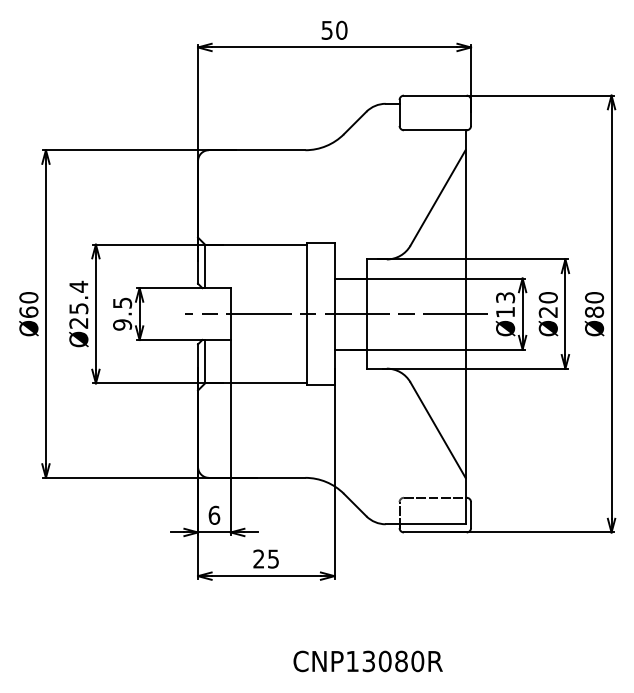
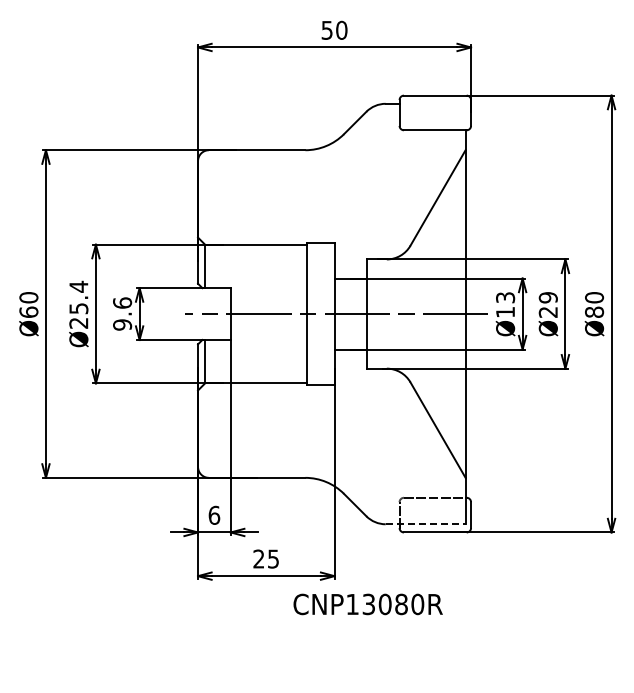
text at (548, 297): Ø20 -> Ø29
text at (122, 302): 9.5 -> 9.6
line at (425, 524): solid -> dashed
text at (367, 661) position: (367, 661) -> (367, 604)
